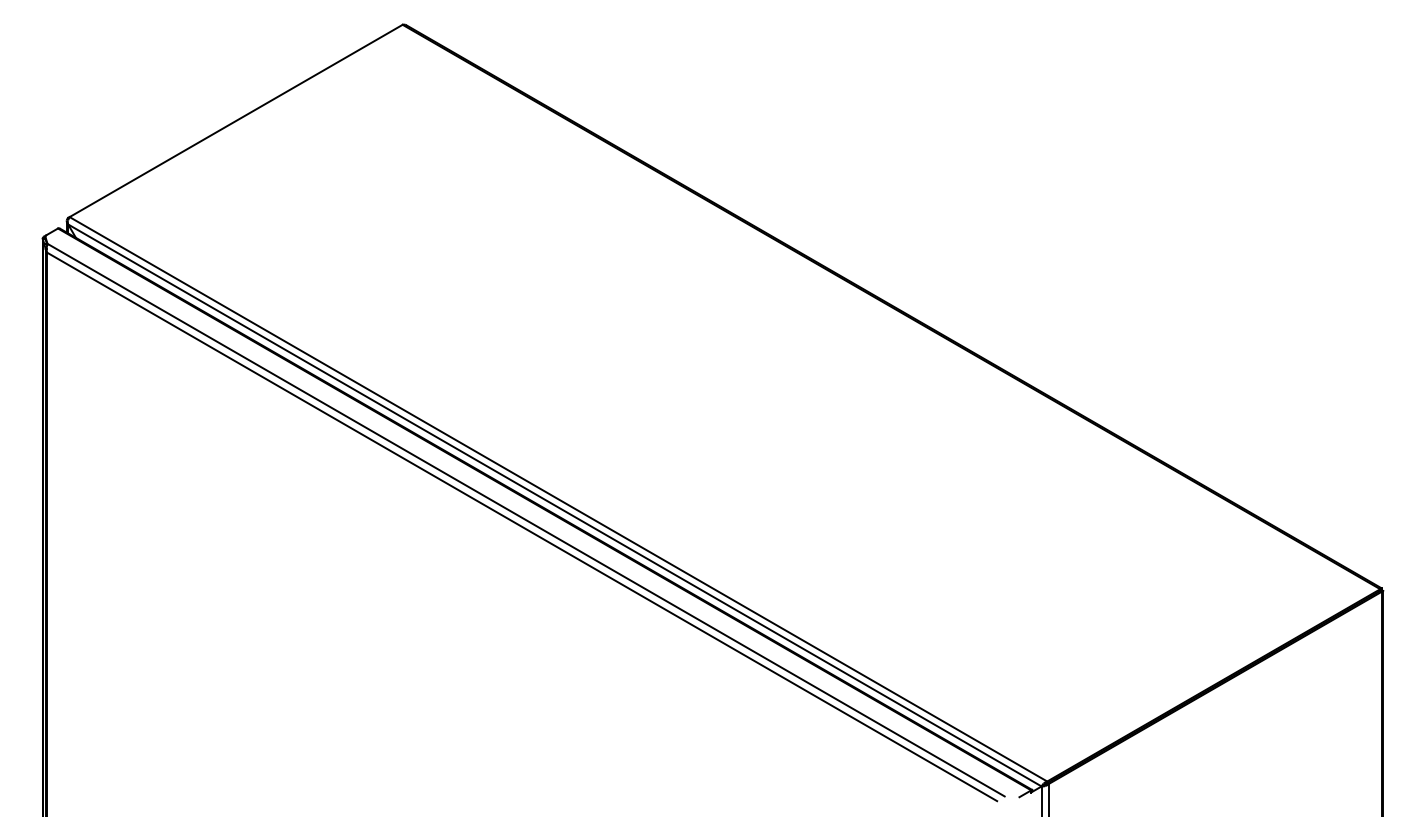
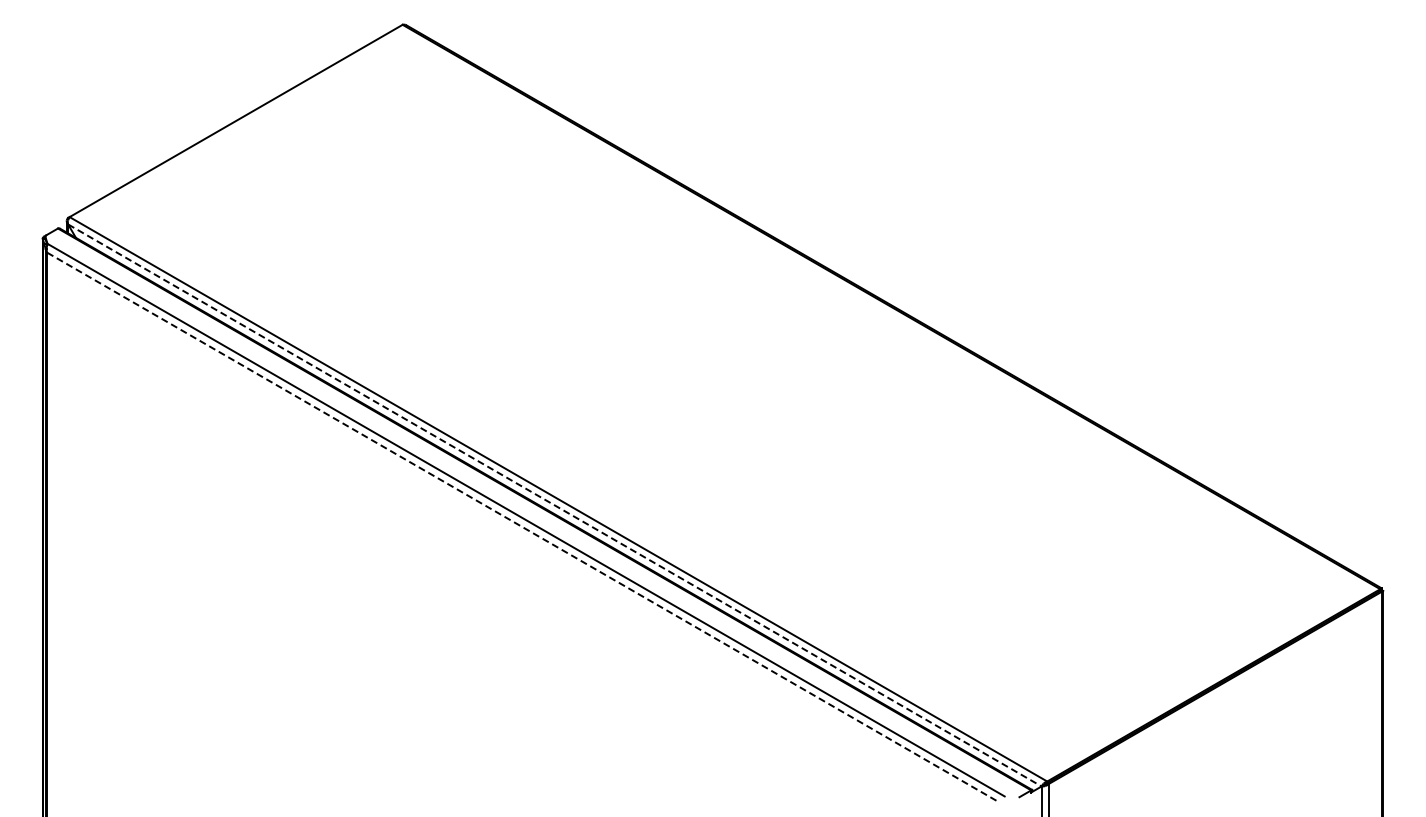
line at (555, 505): solid -> dashed
line at (522, 527): solid -> dashed
